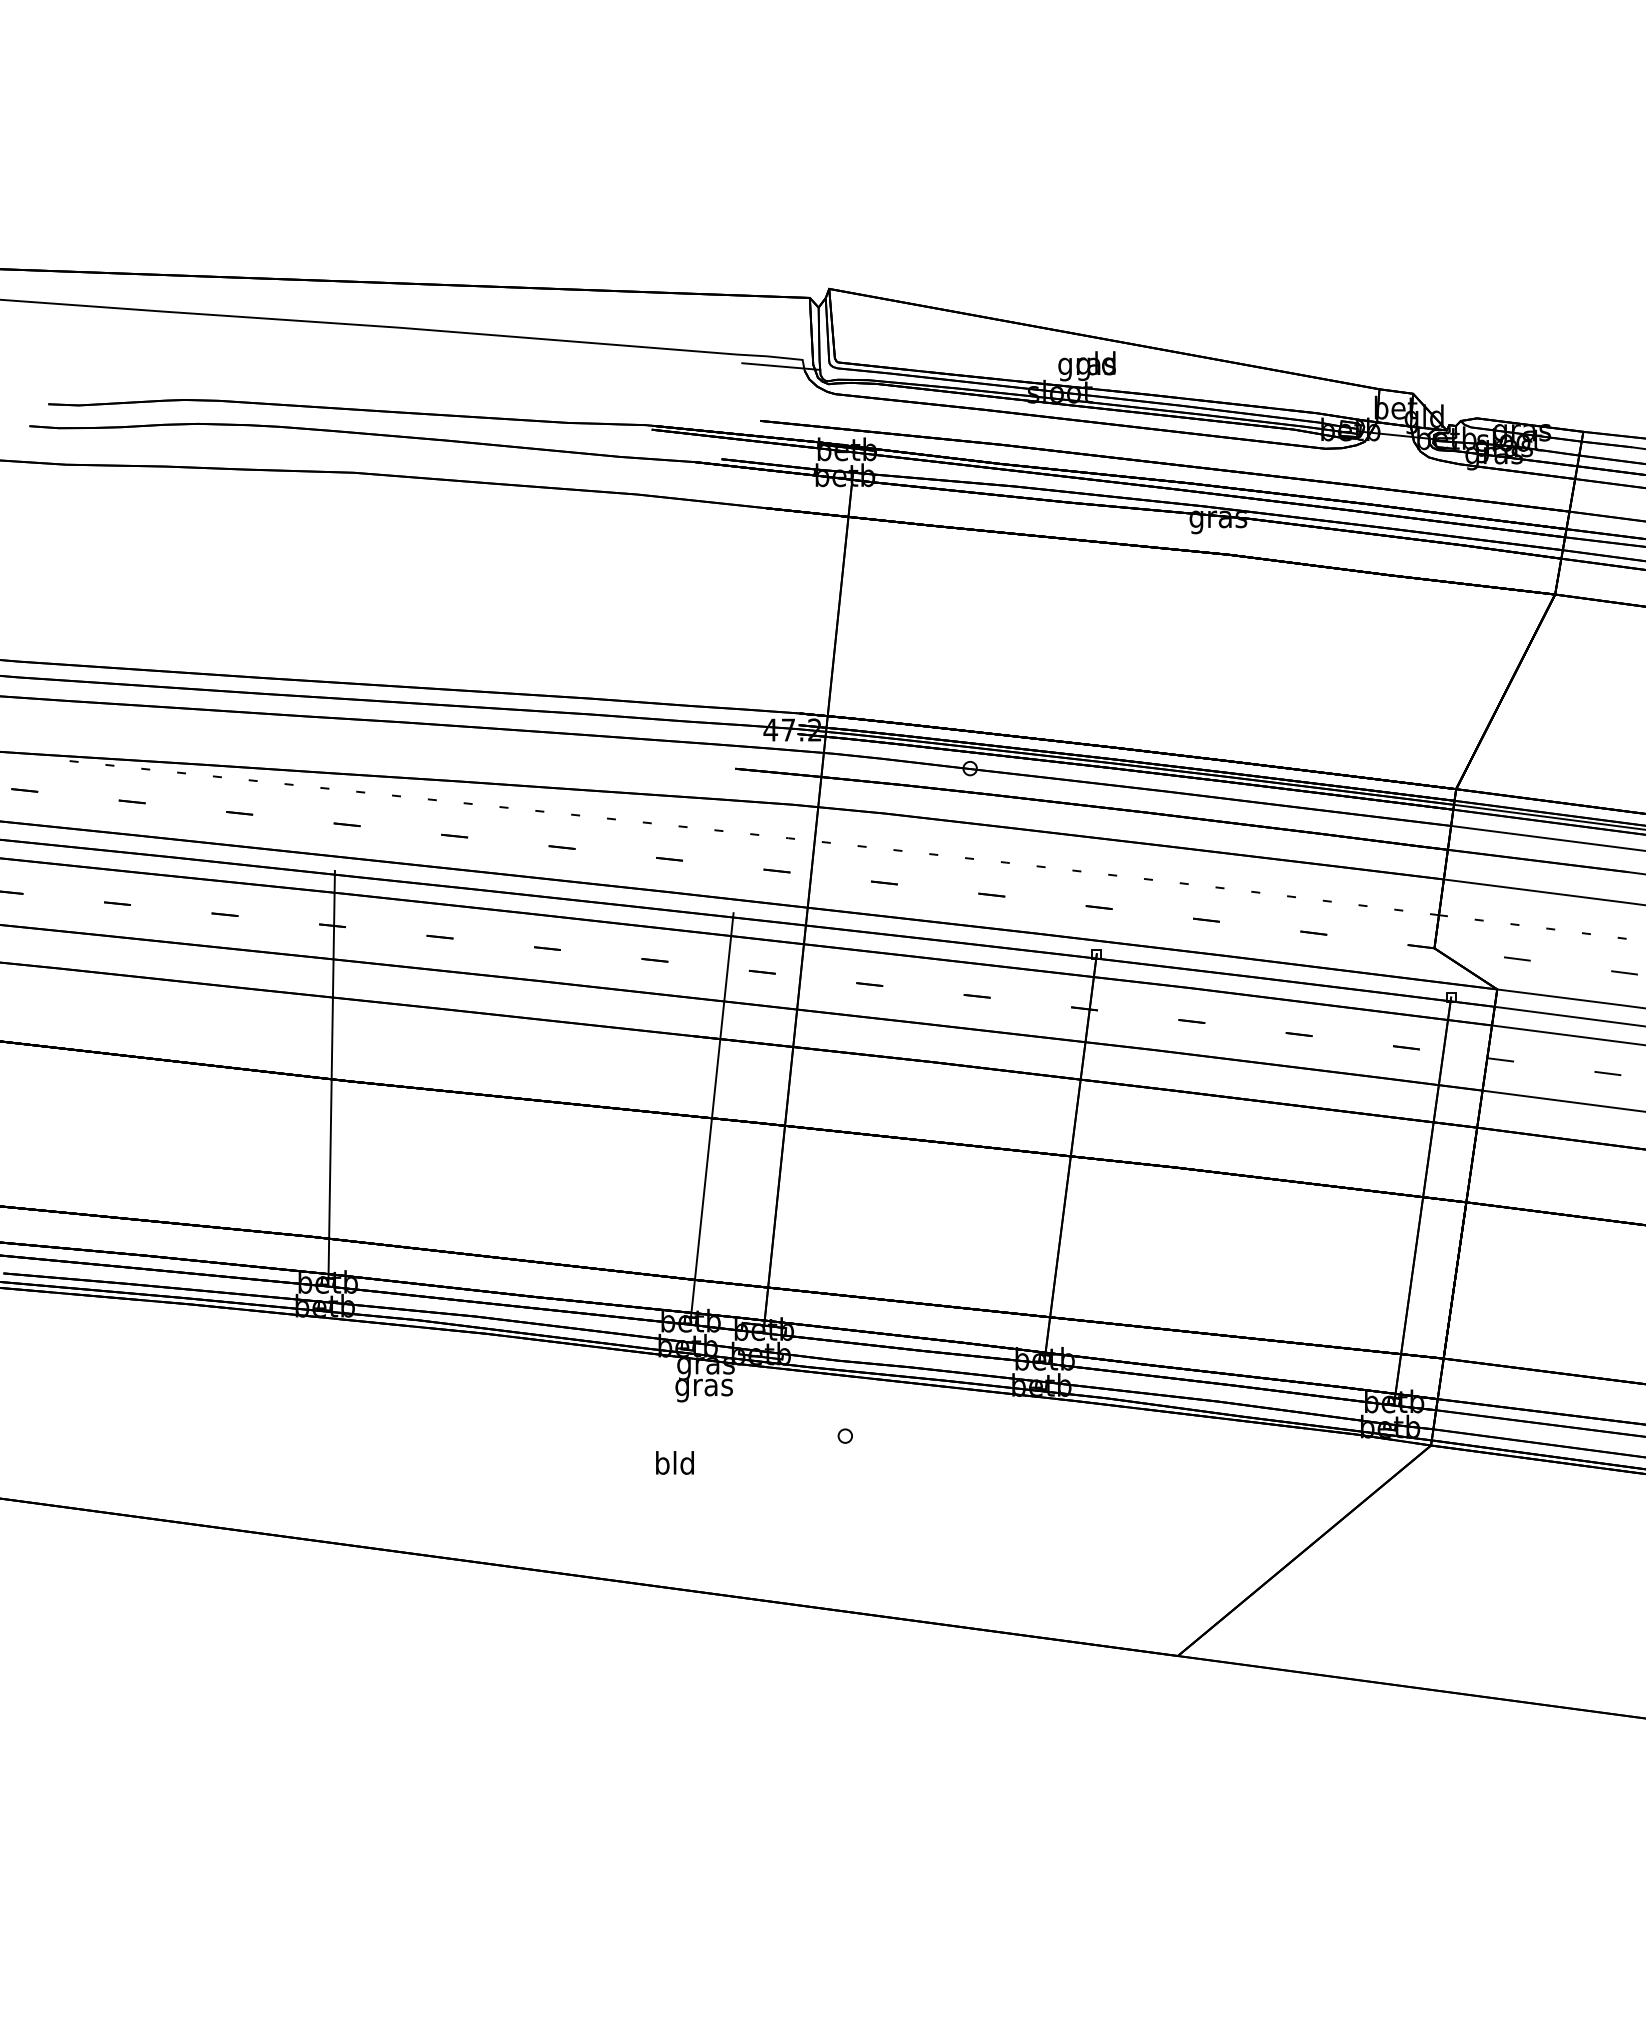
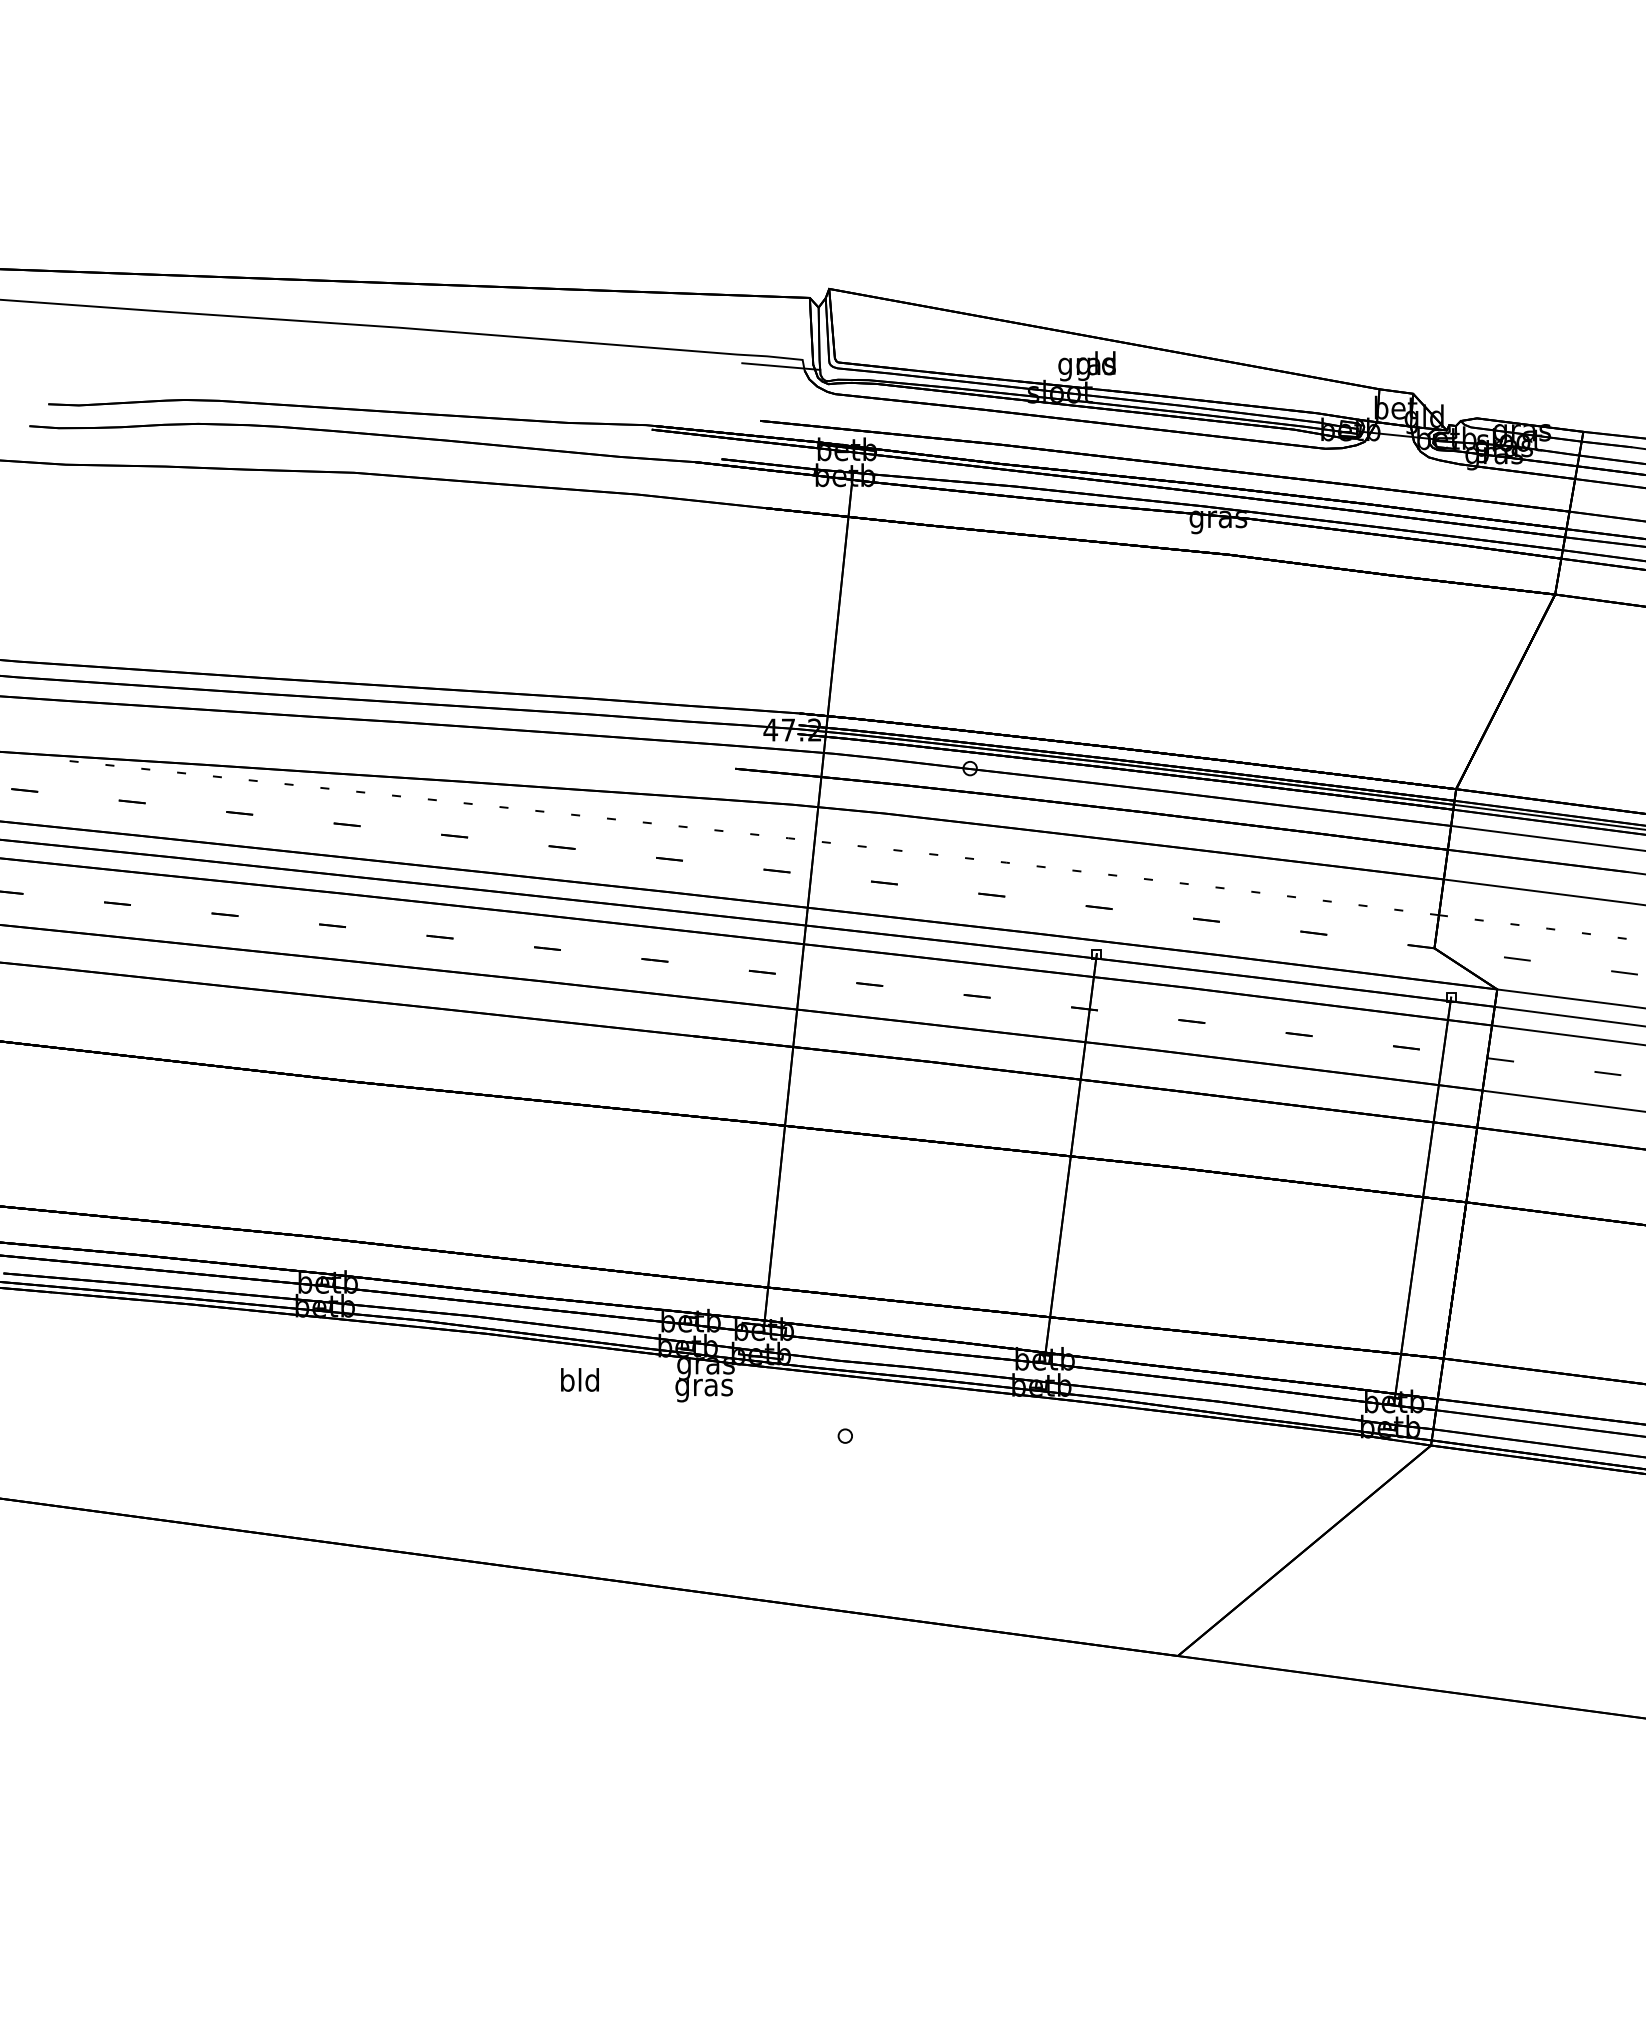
line at (331, 1075): present -> none
line at (711, 1116): present -> none
text at (674, 1462) position: (674, 1462) -> (579, 1379)
